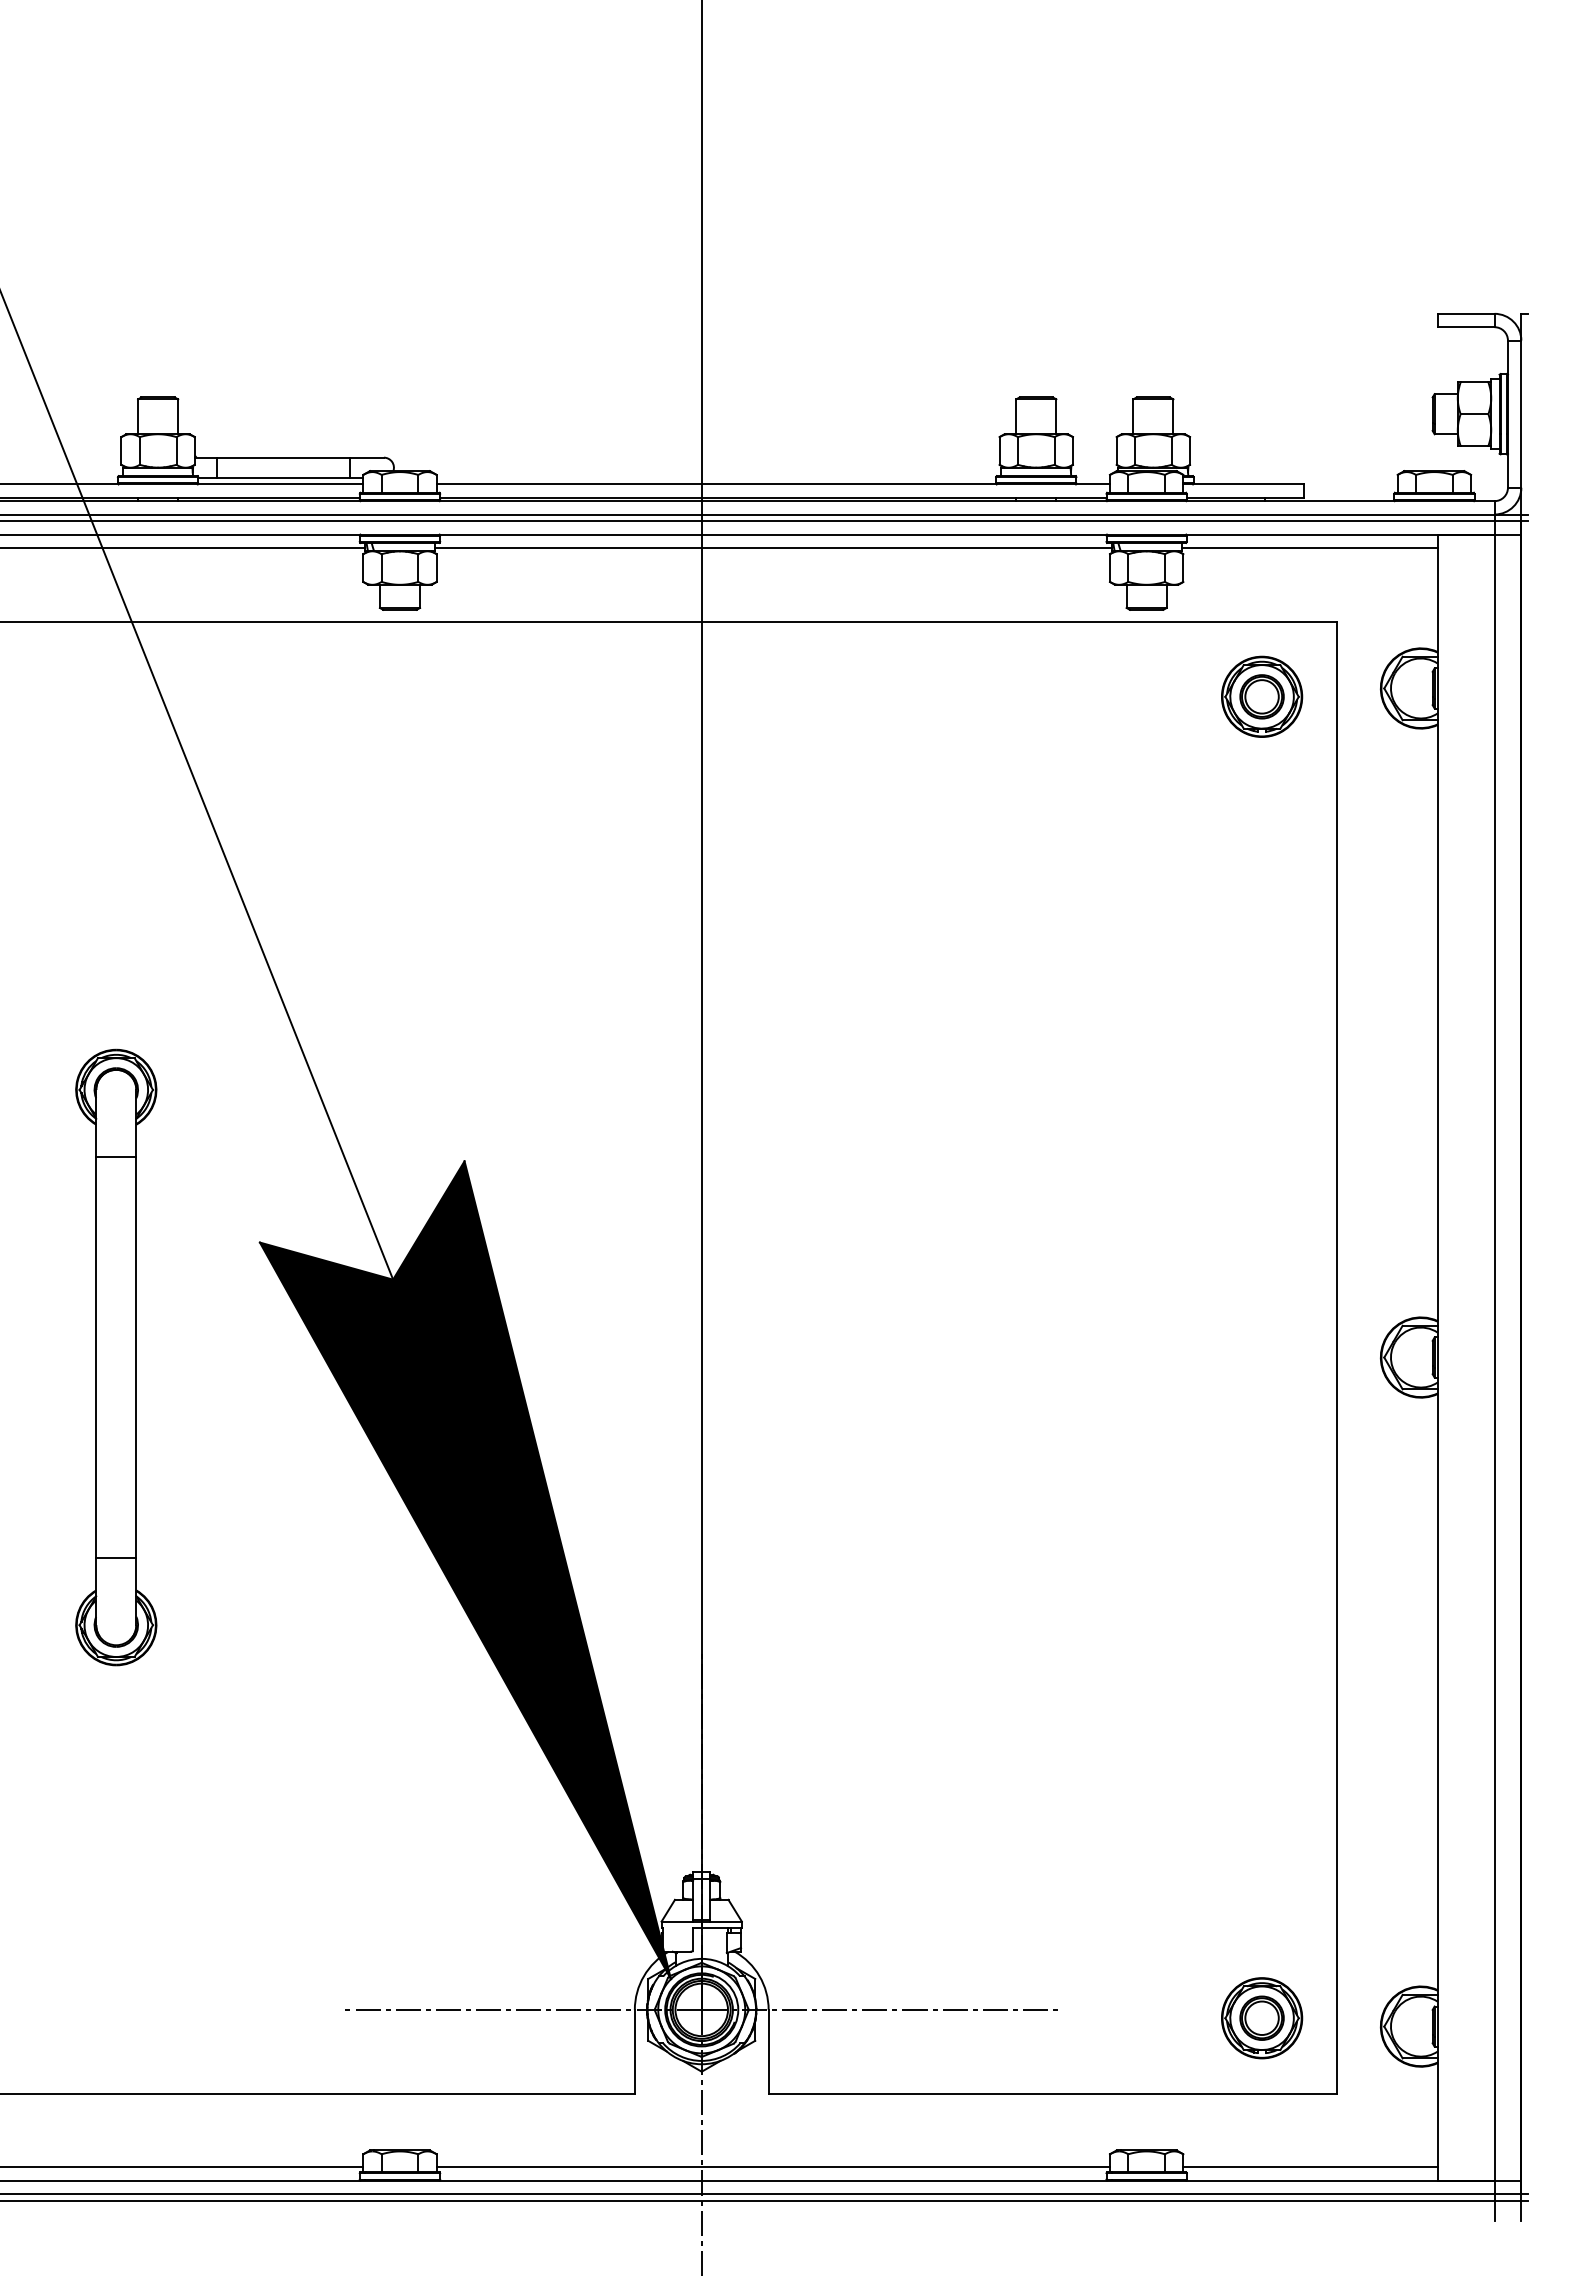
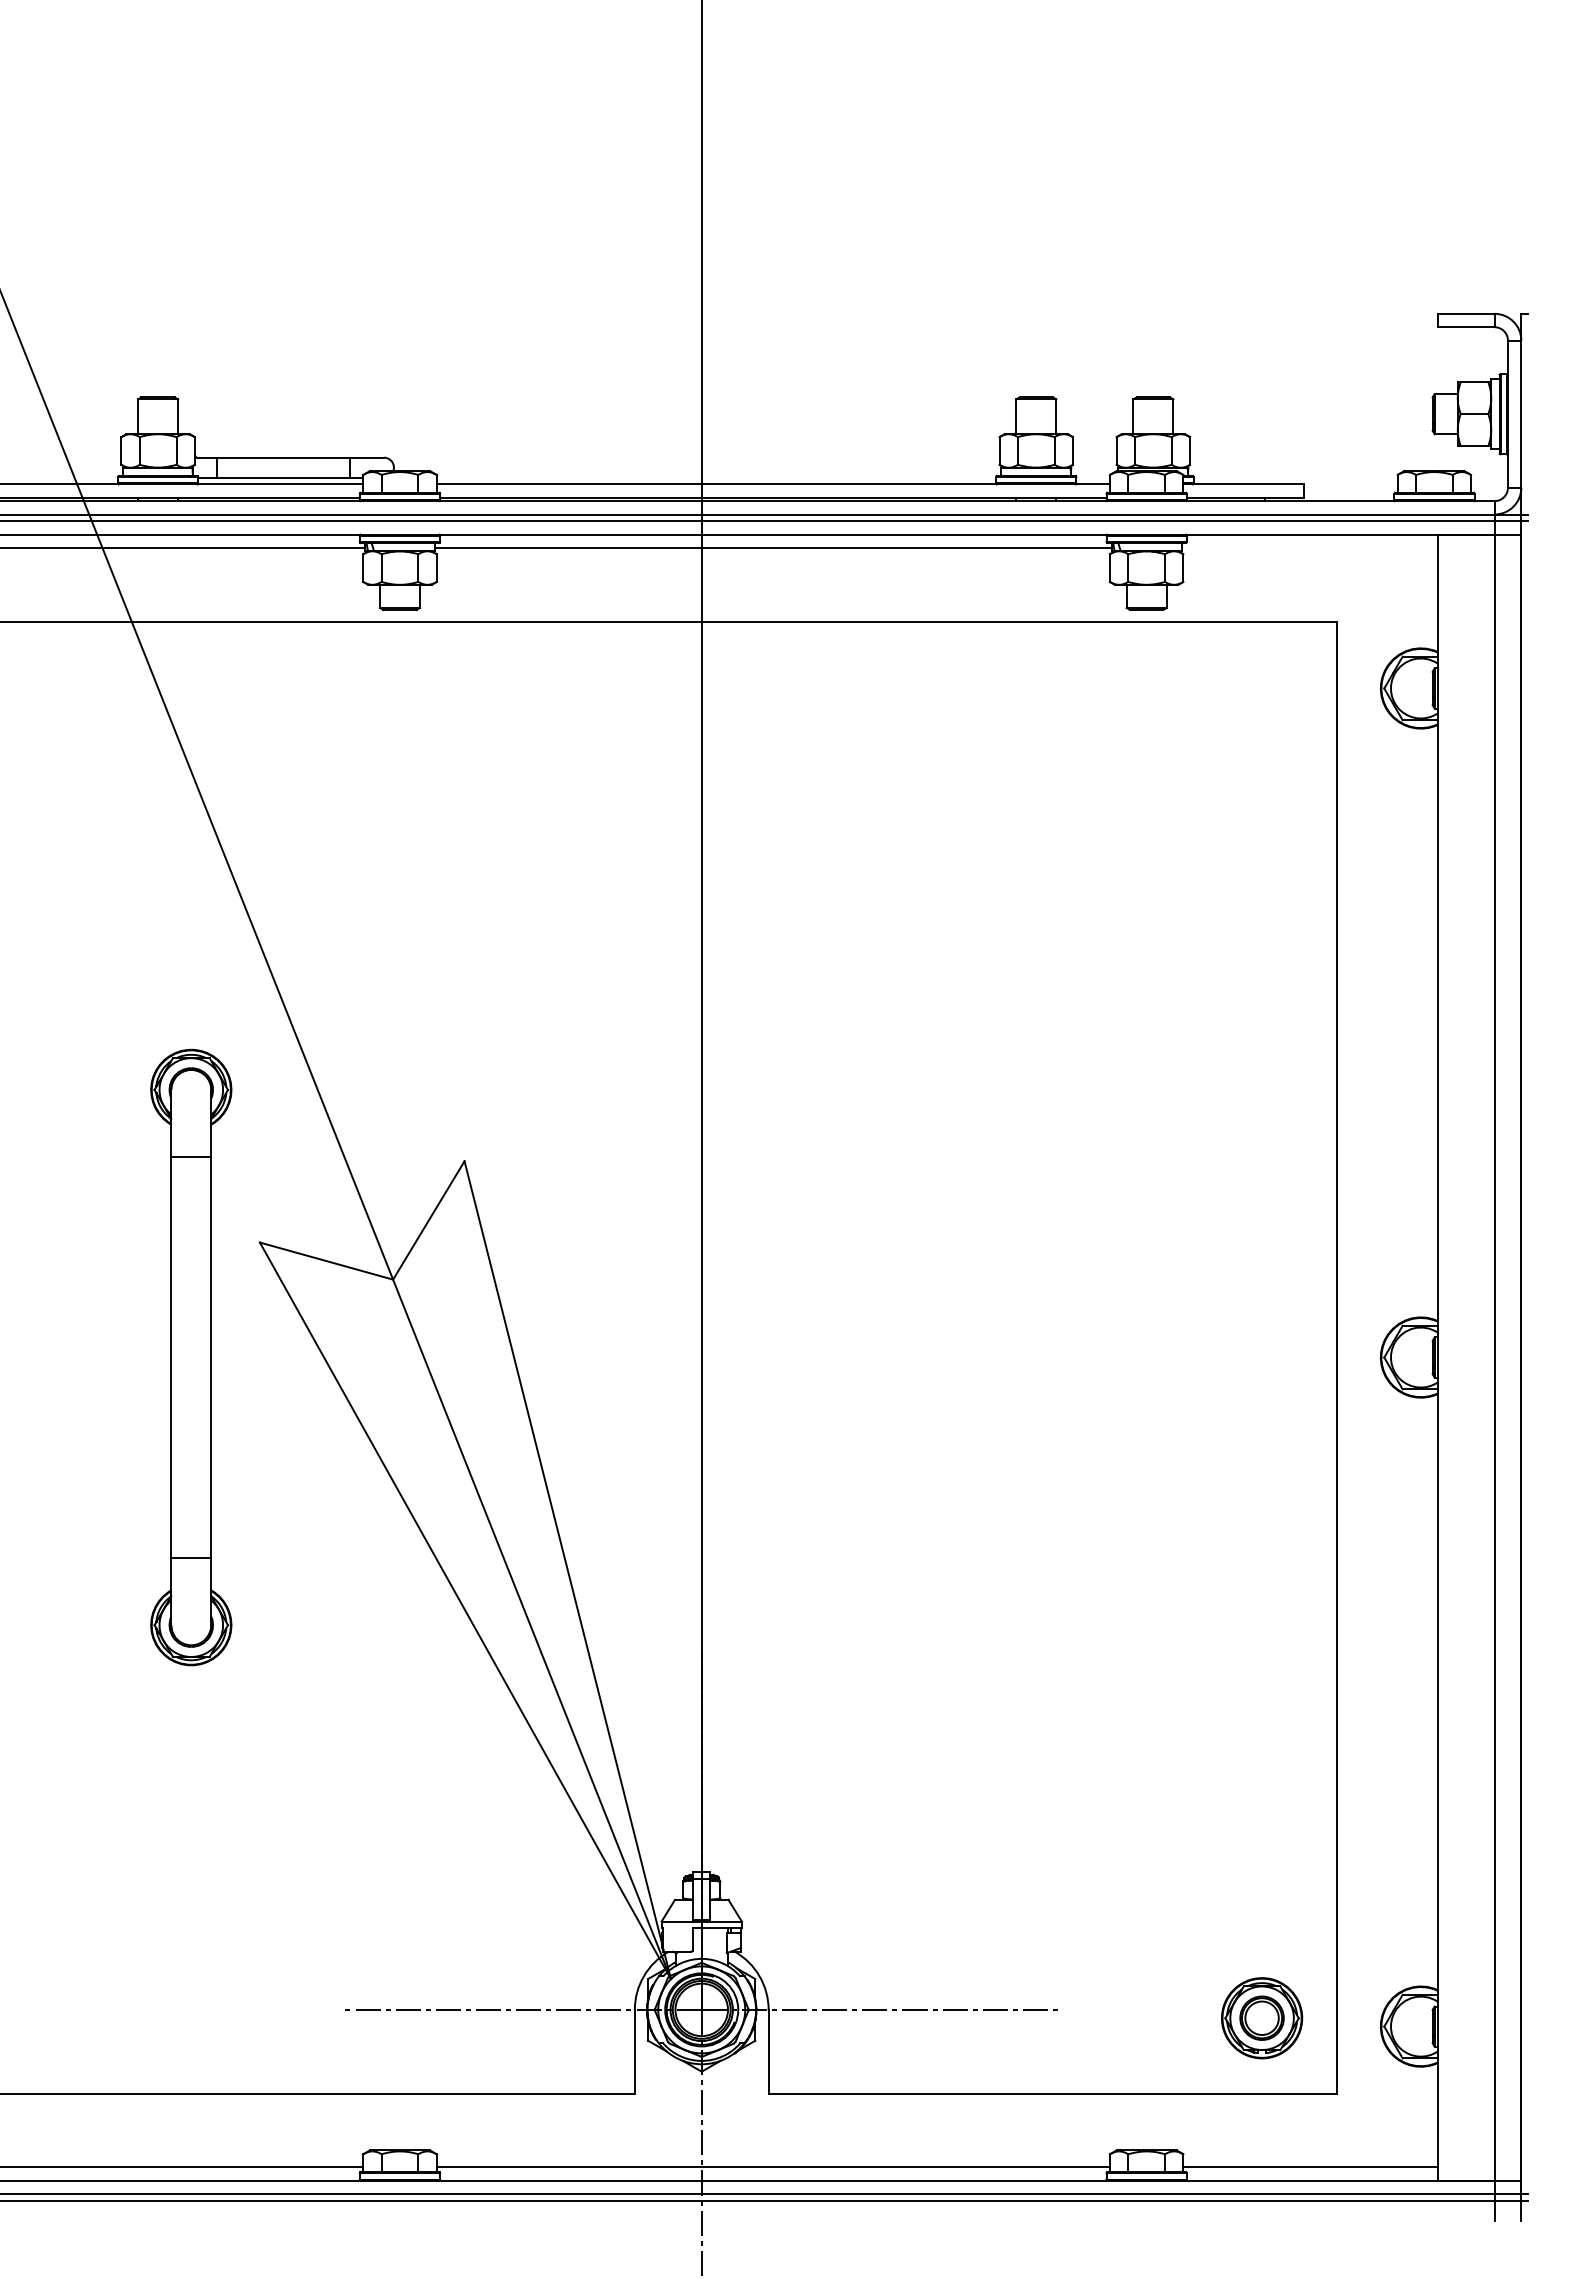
line at (1309, 548): present -> none
part at (1262, 696): present -> none
part at (116, 1357) position: (116, 1357) -> (191, 1357)
fill at (465, 1570): present -> none
